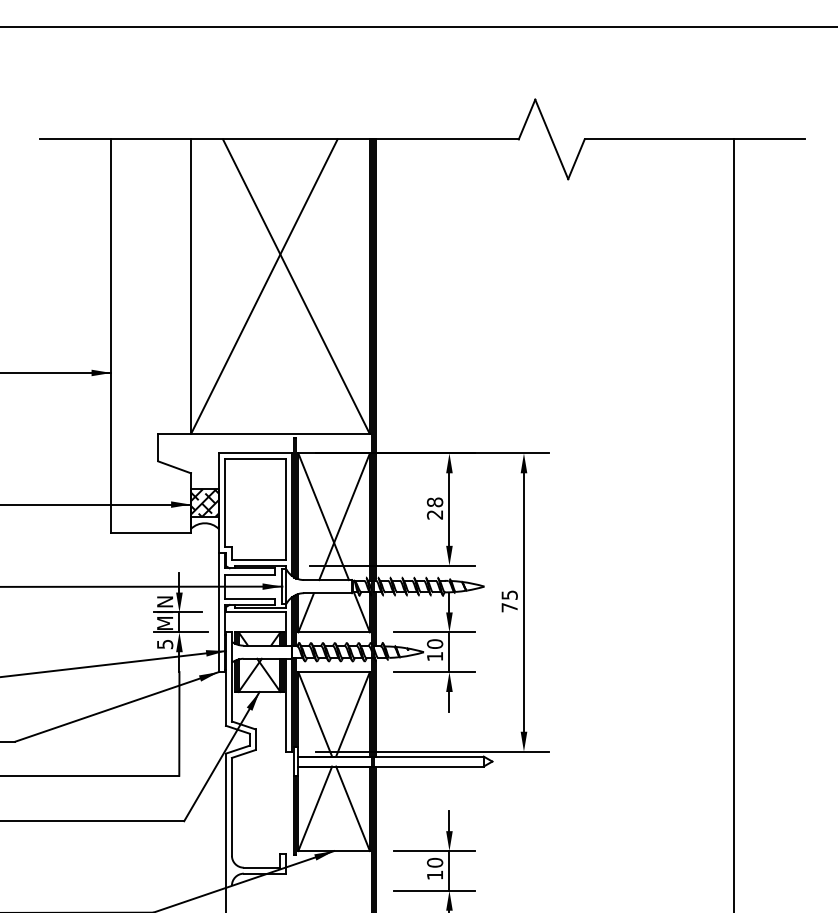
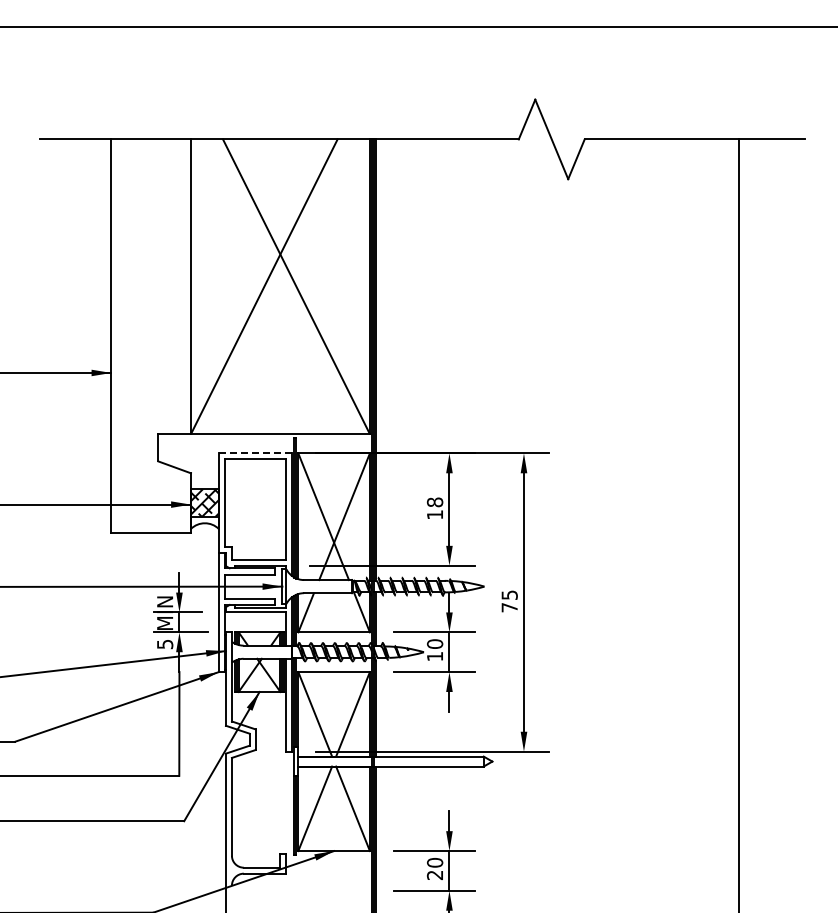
line at (255, 453): solid -> dashed
text at (434, 514): 28 -> 18
line at (733, 524) position: (733, 524) -> (738, 524)
text at (434, 875): 10 -> 20
